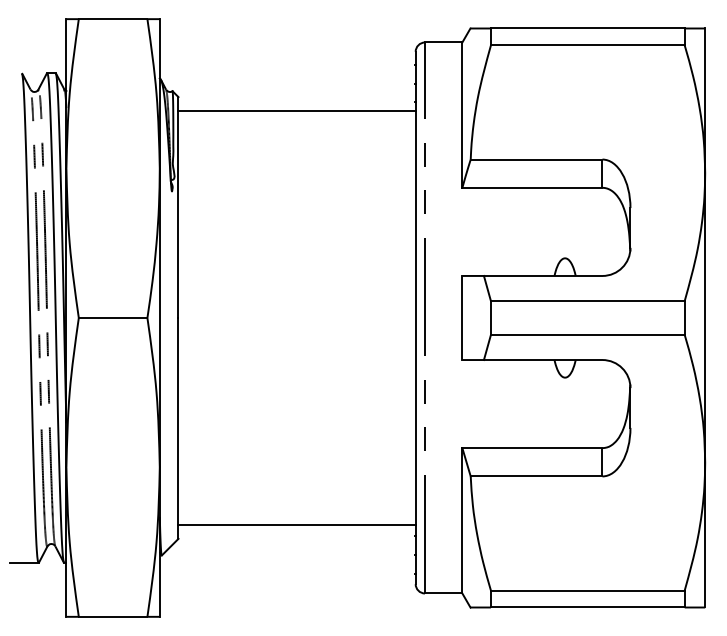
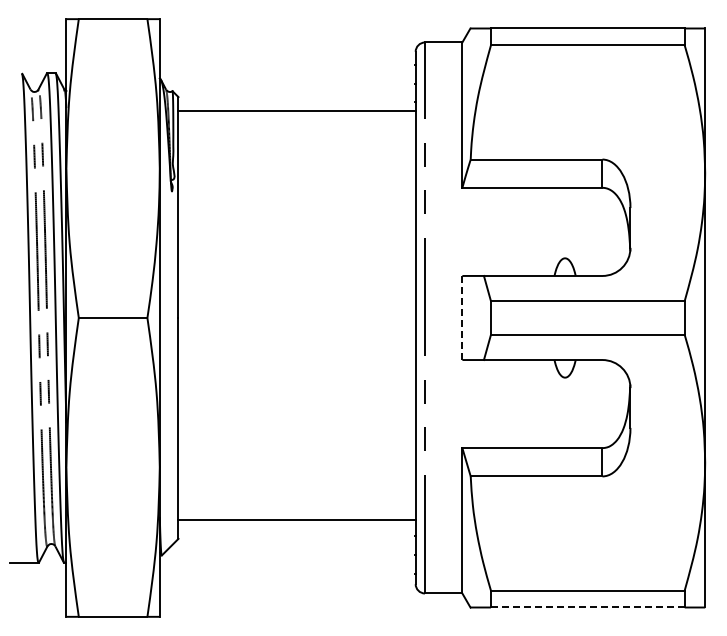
line at (462, 317): solid -> dashed
line at (296, 525) position: (296, 525) -> (296, 520)
line at (587, 607): solid -> dashed
